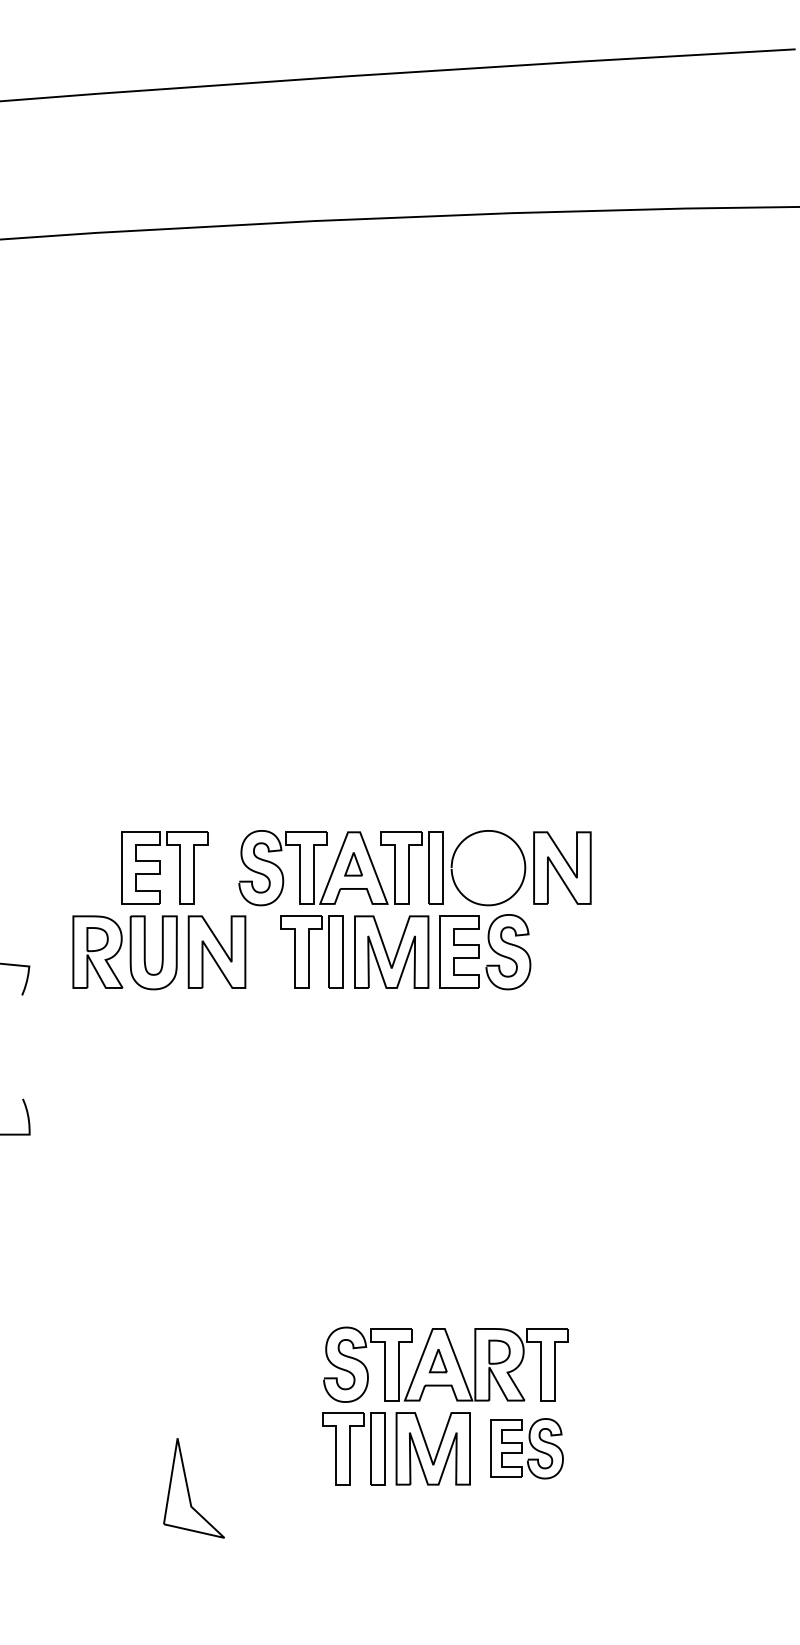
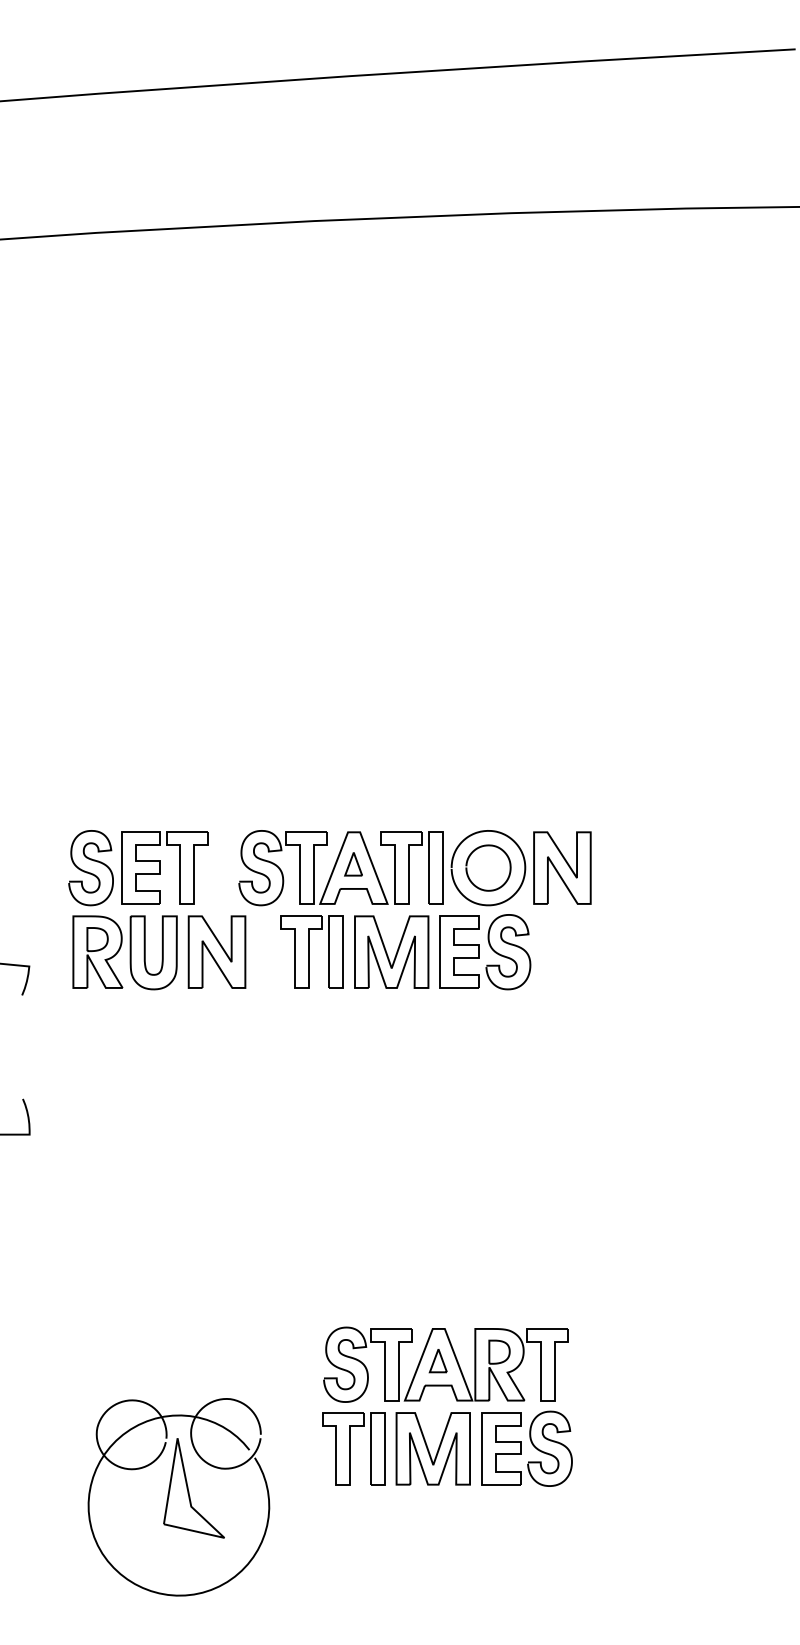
curve at (476, 850): none -> present
curve at (90, 872): none -> present
part at (526, 1448) size: 74x62 px -> 92x77 px
part at (153, 1463): none -> present
